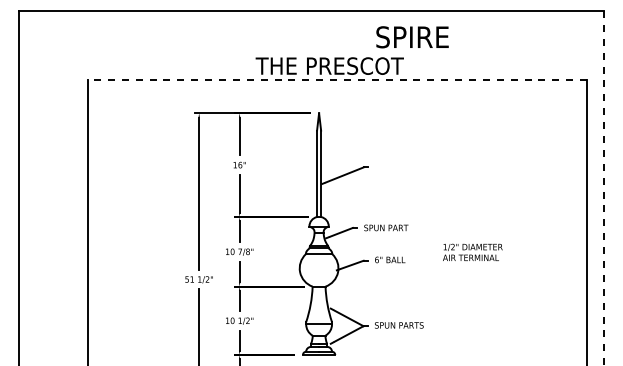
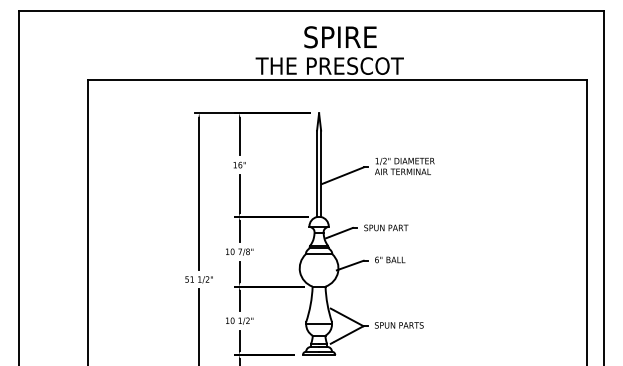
text at (412, 37) position: (412, 37) -> (340, 37)
line at (337, 79): dashed -> solid
line at (604, 188): dashed -> solid
text at (472, 251) position: (472, 251) -> (404, 165)
